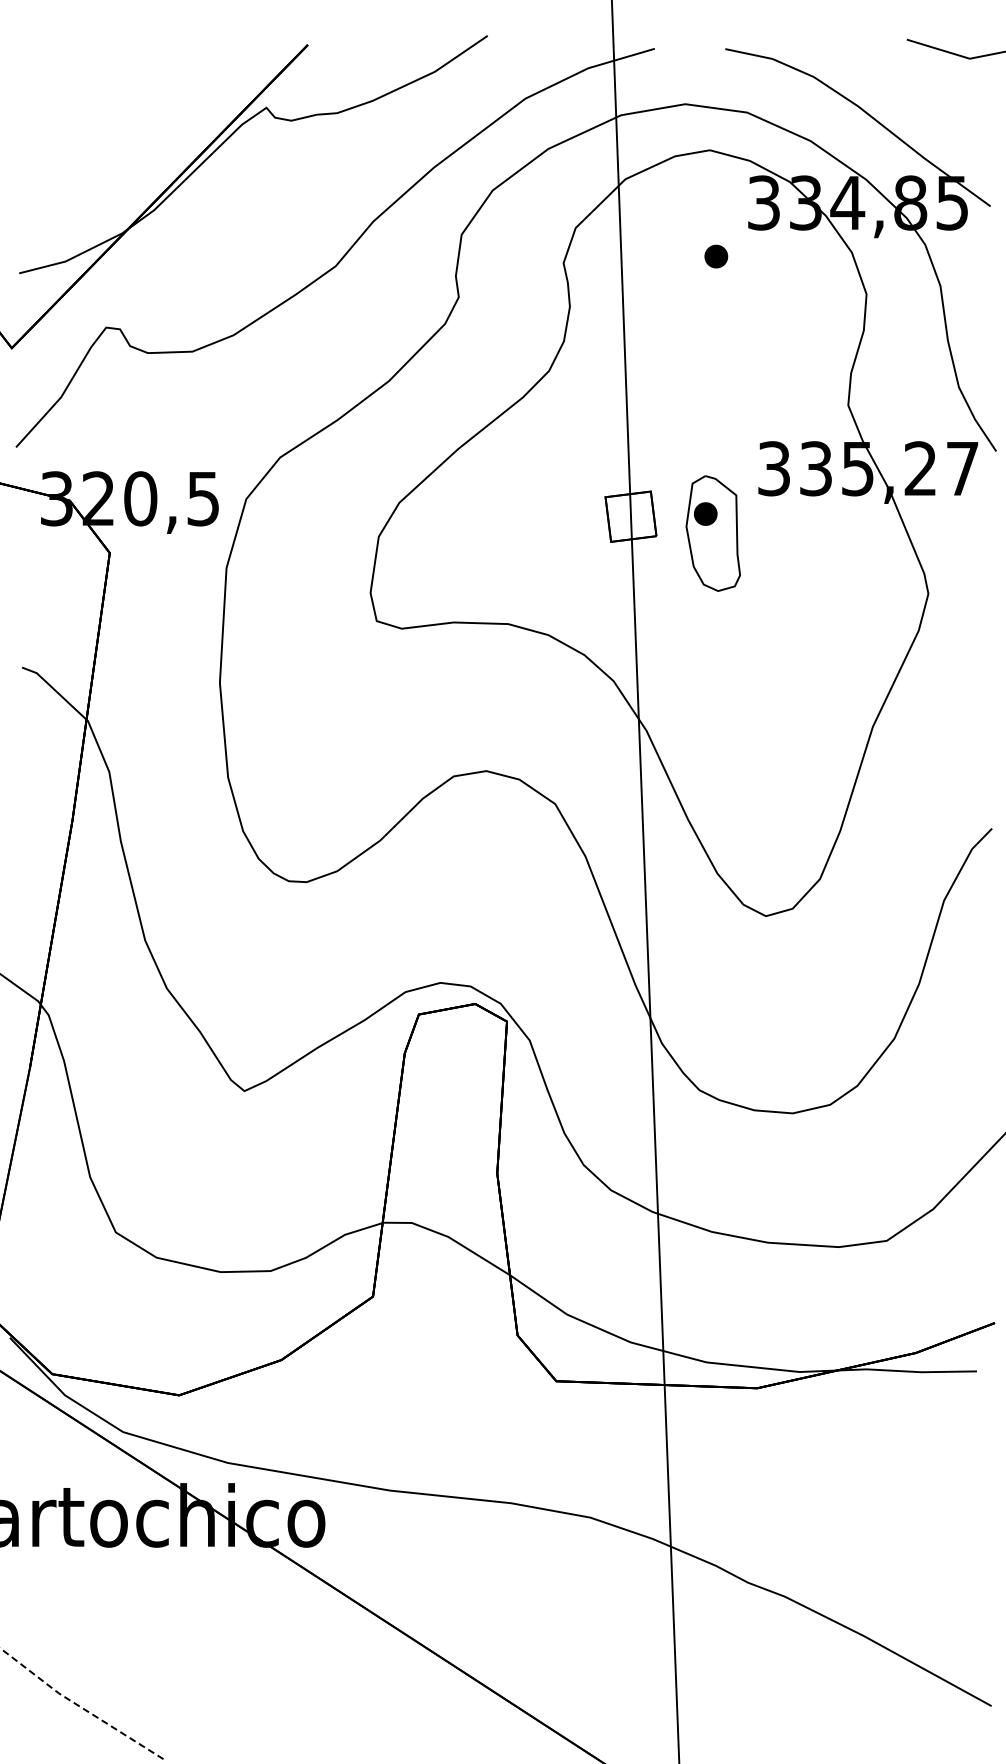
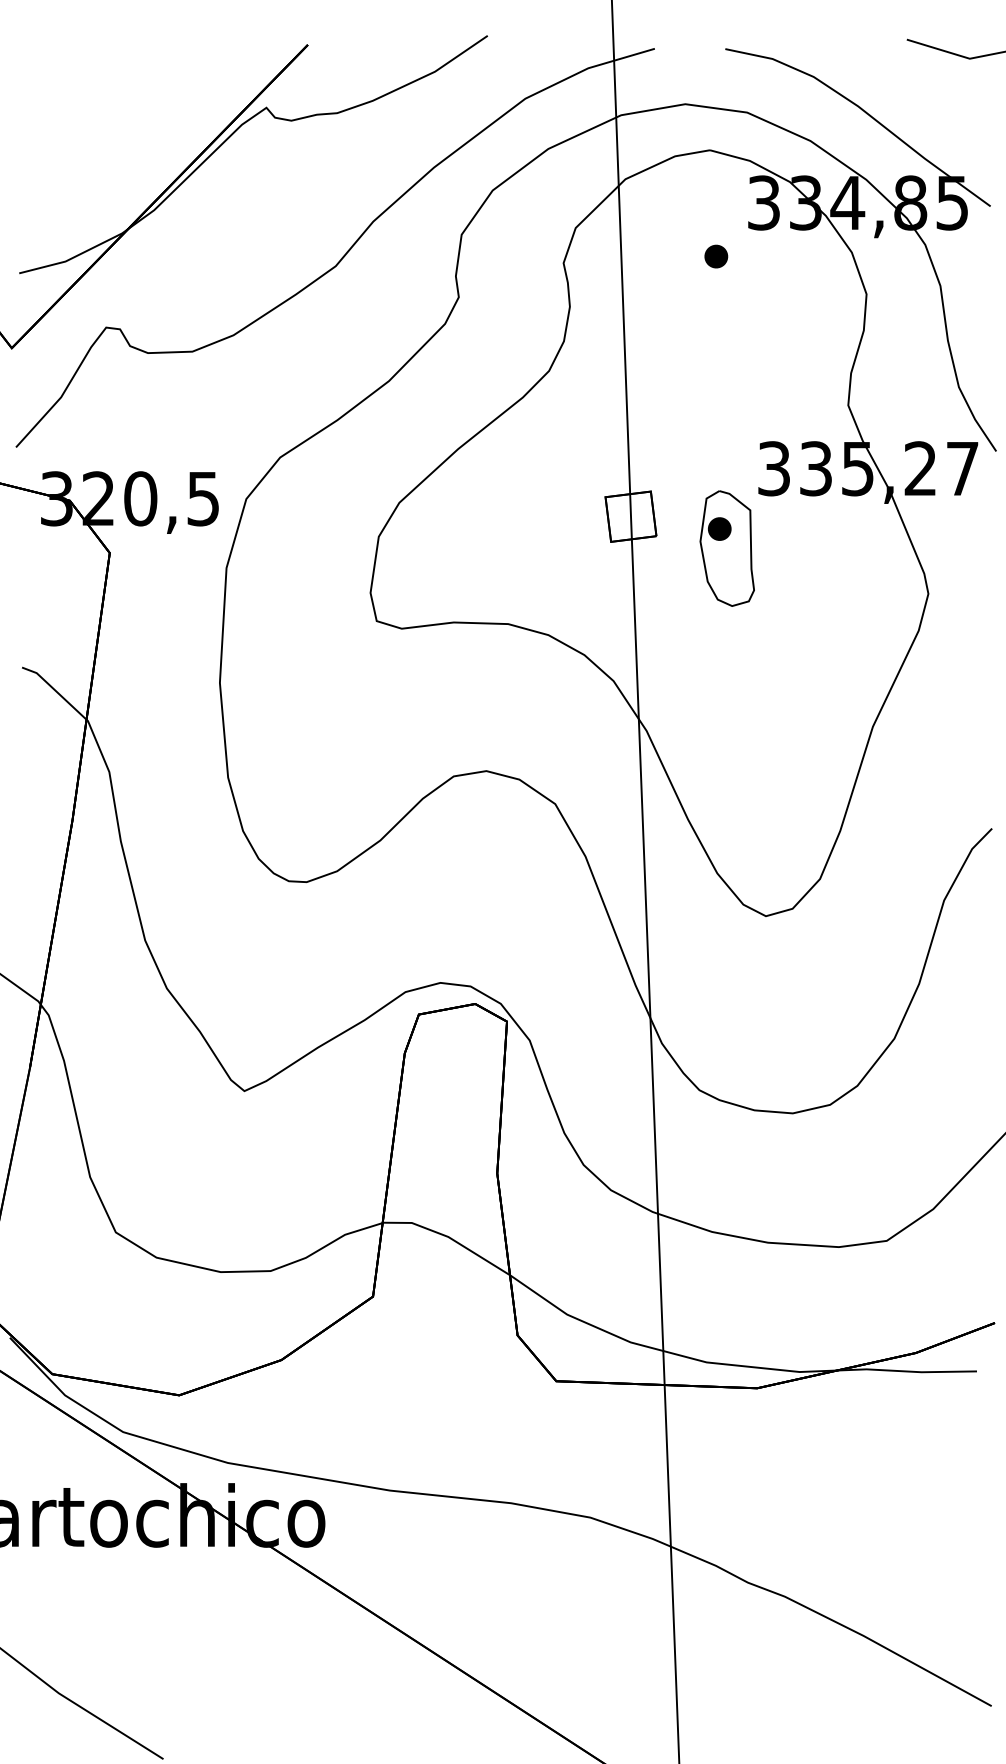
part at (712, 533) position: (712, 533) -> (726, 548)
line at (79, 1706): dashed -> solid
